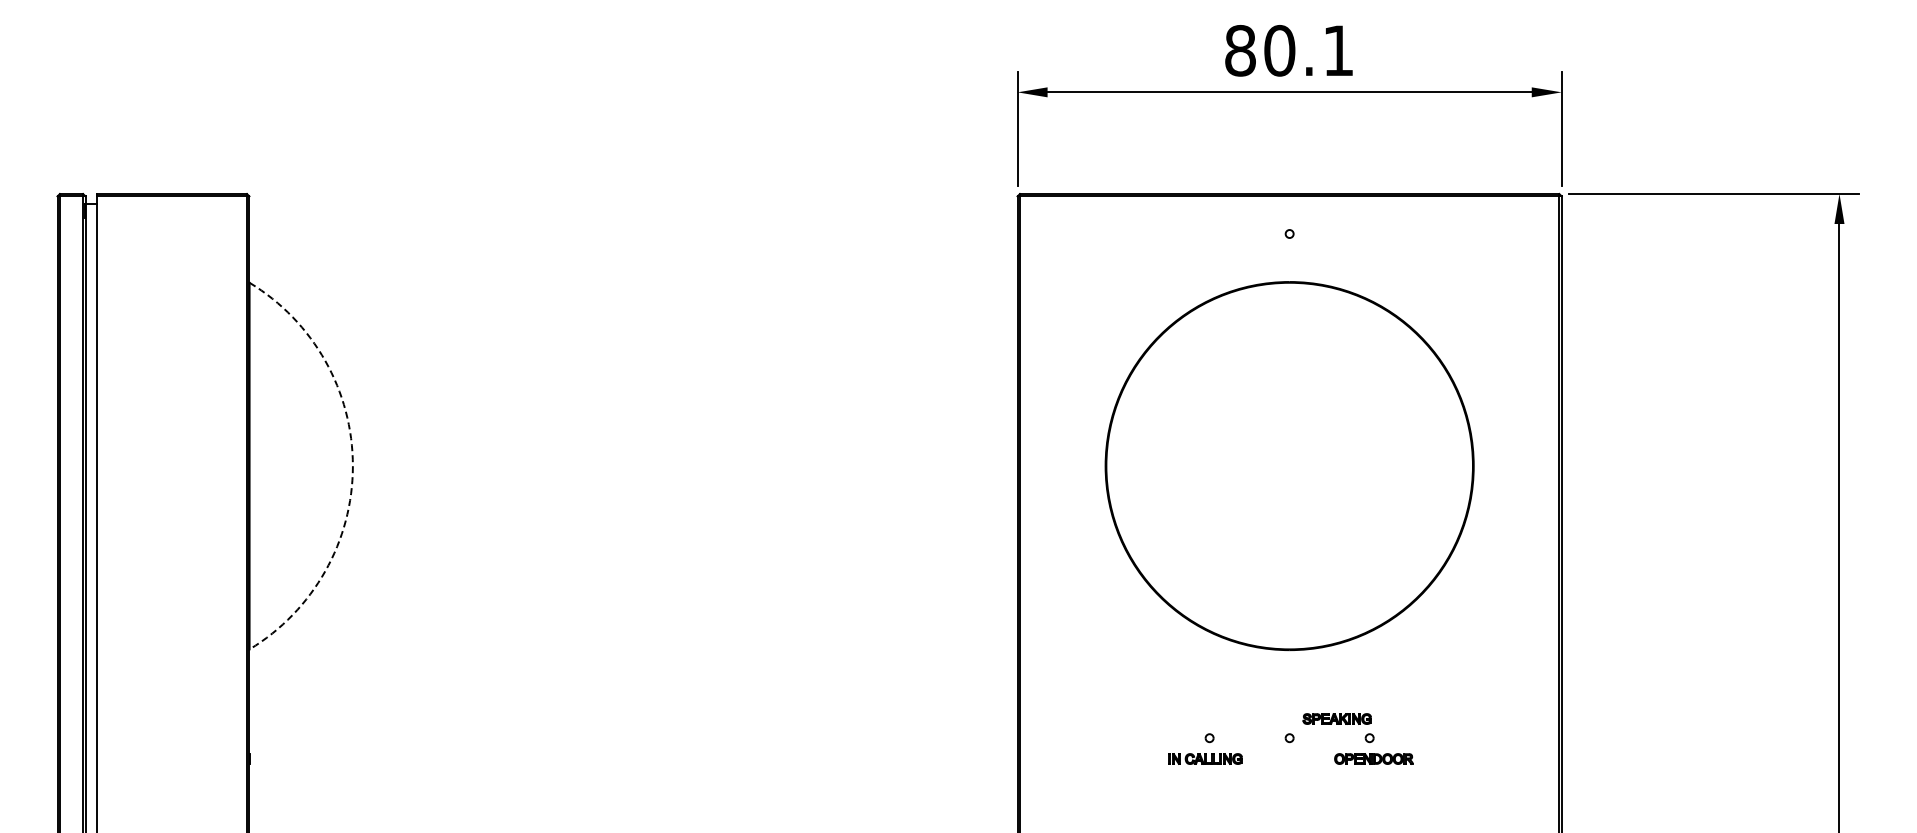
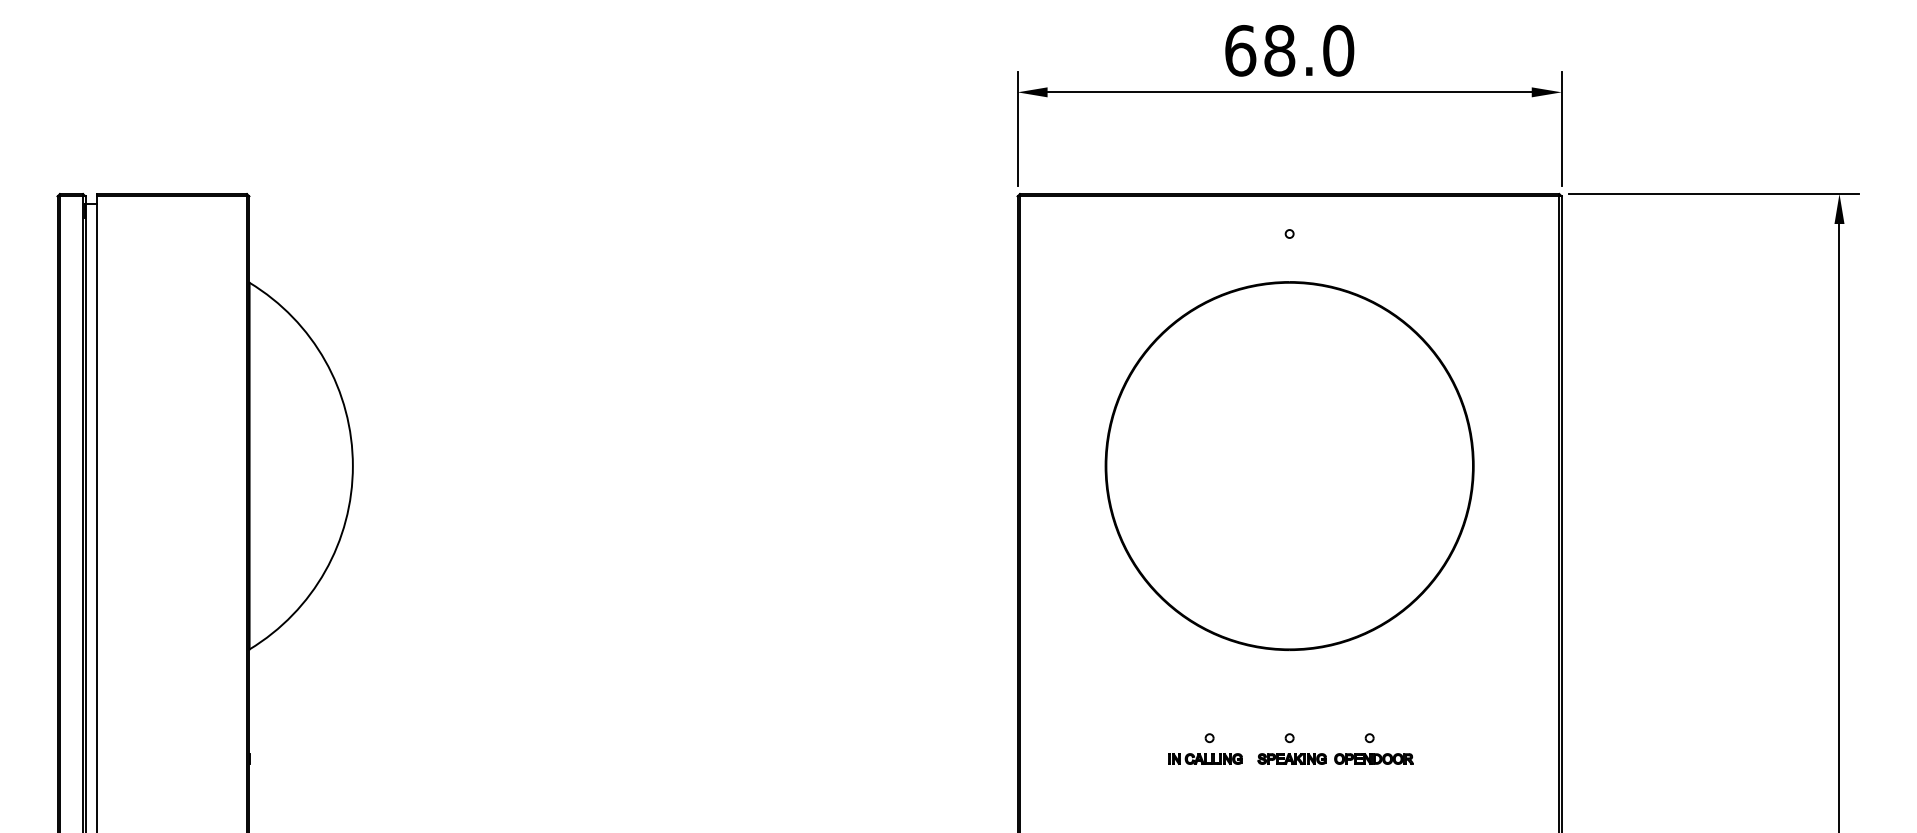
text at (1289, 50): 80.1 -> 68.0
arc at (352, 466): dashed -> solid
part at (1336, 718) position: (1336, 718) -> (1291, 758)
